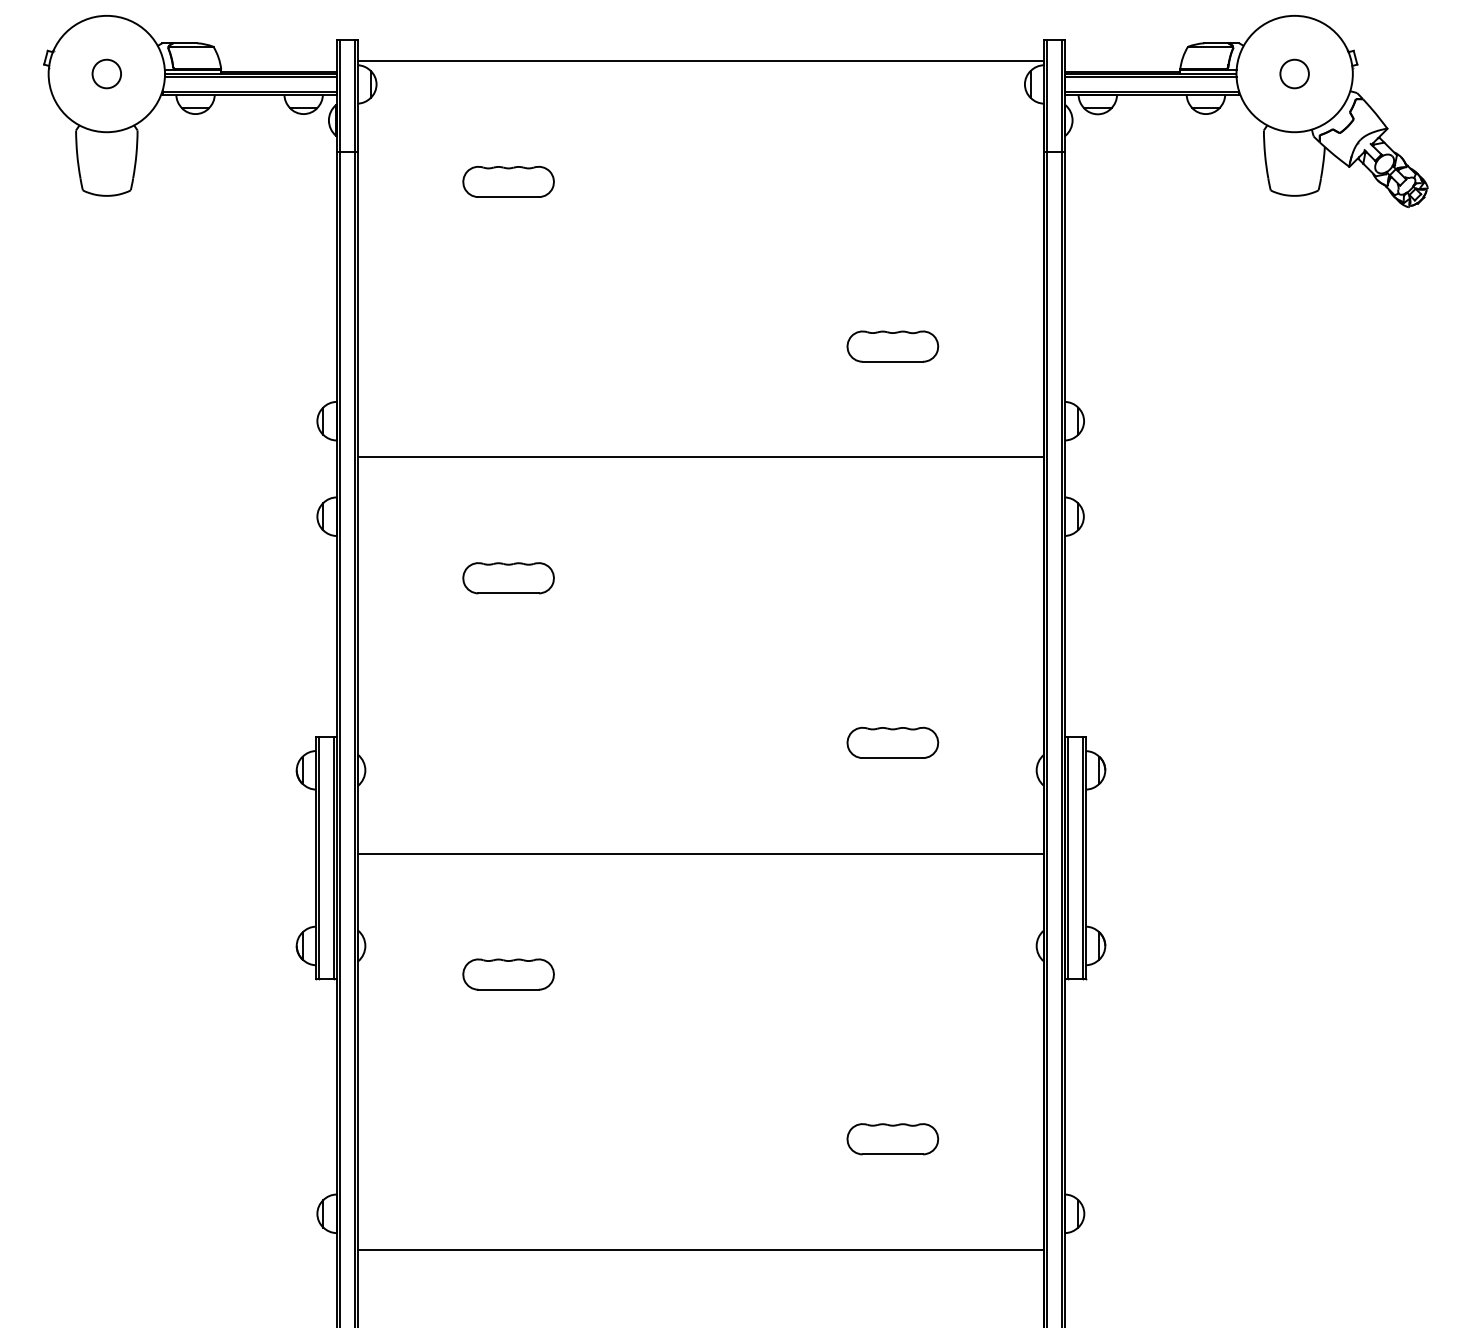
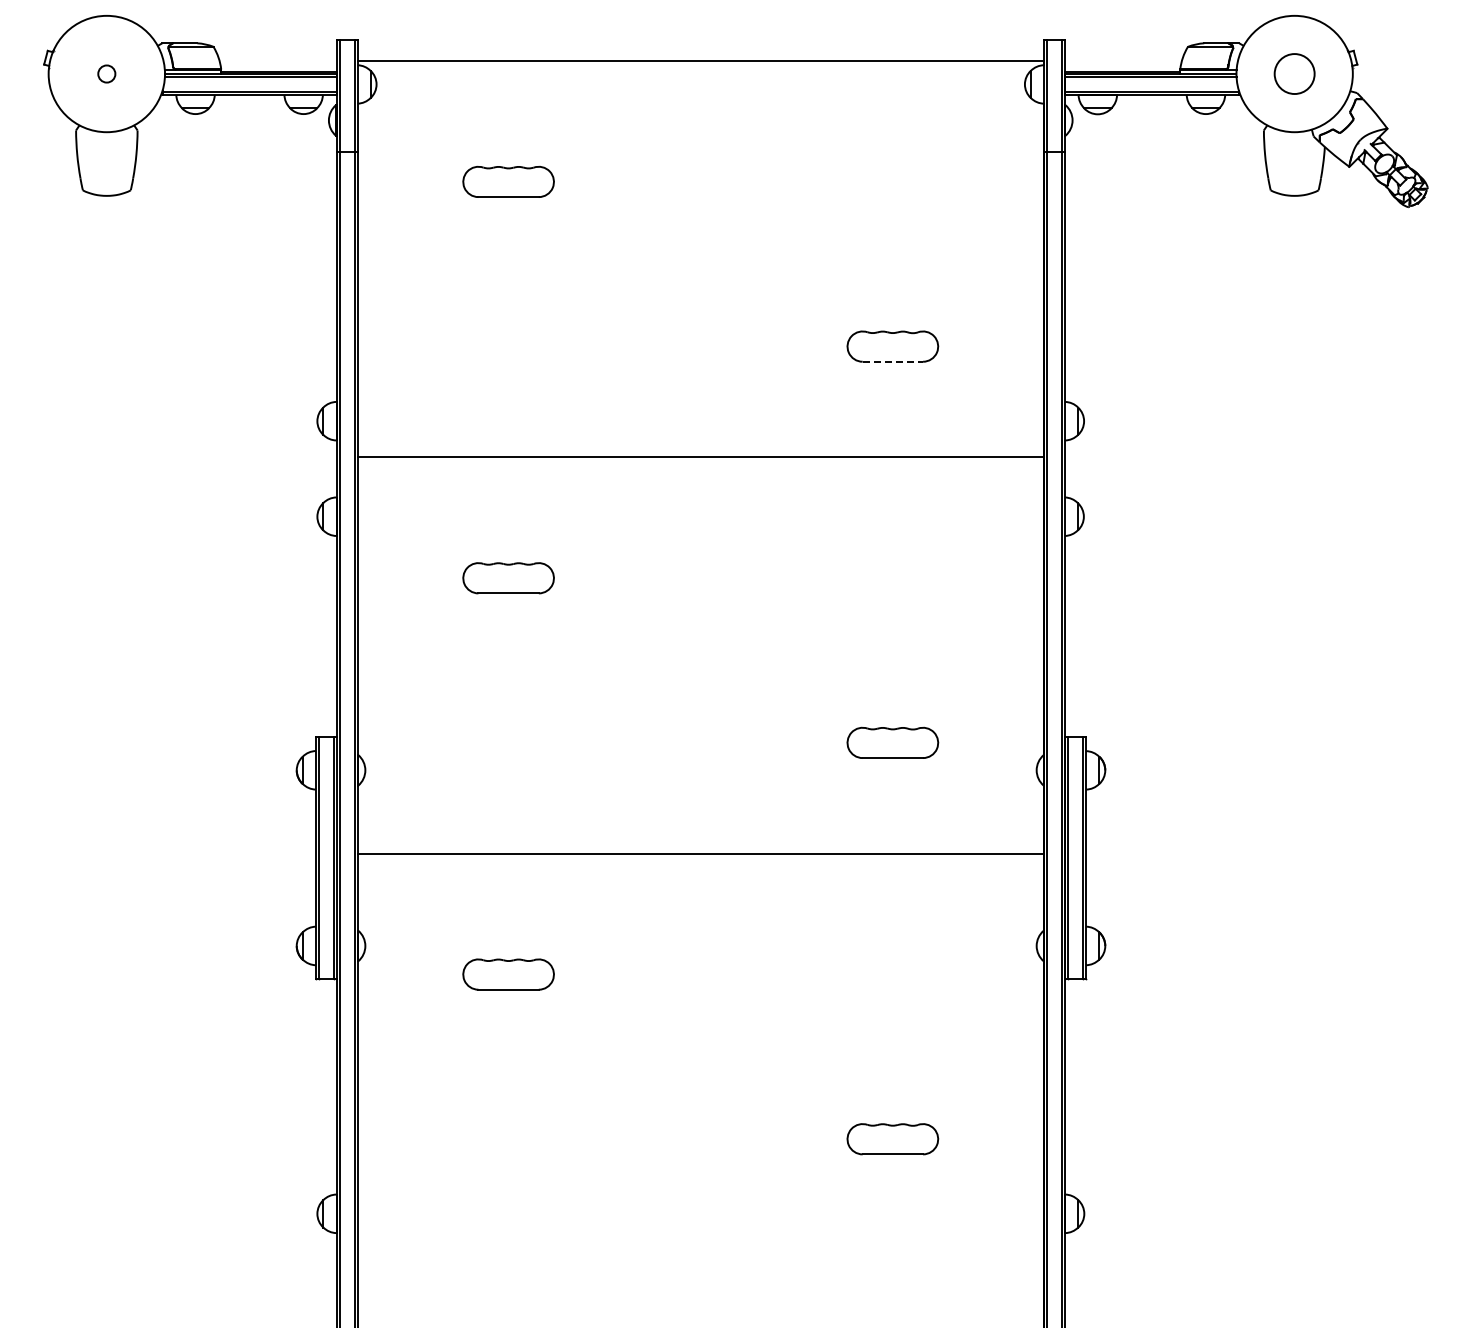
circle at (106, 73) diameter: 29 px -> 17 px
circle at (1294, 73) diameter: 29 px -> 40 px
line at (893, 361): solid -> dashed
line at (700, 1250): present -> none
